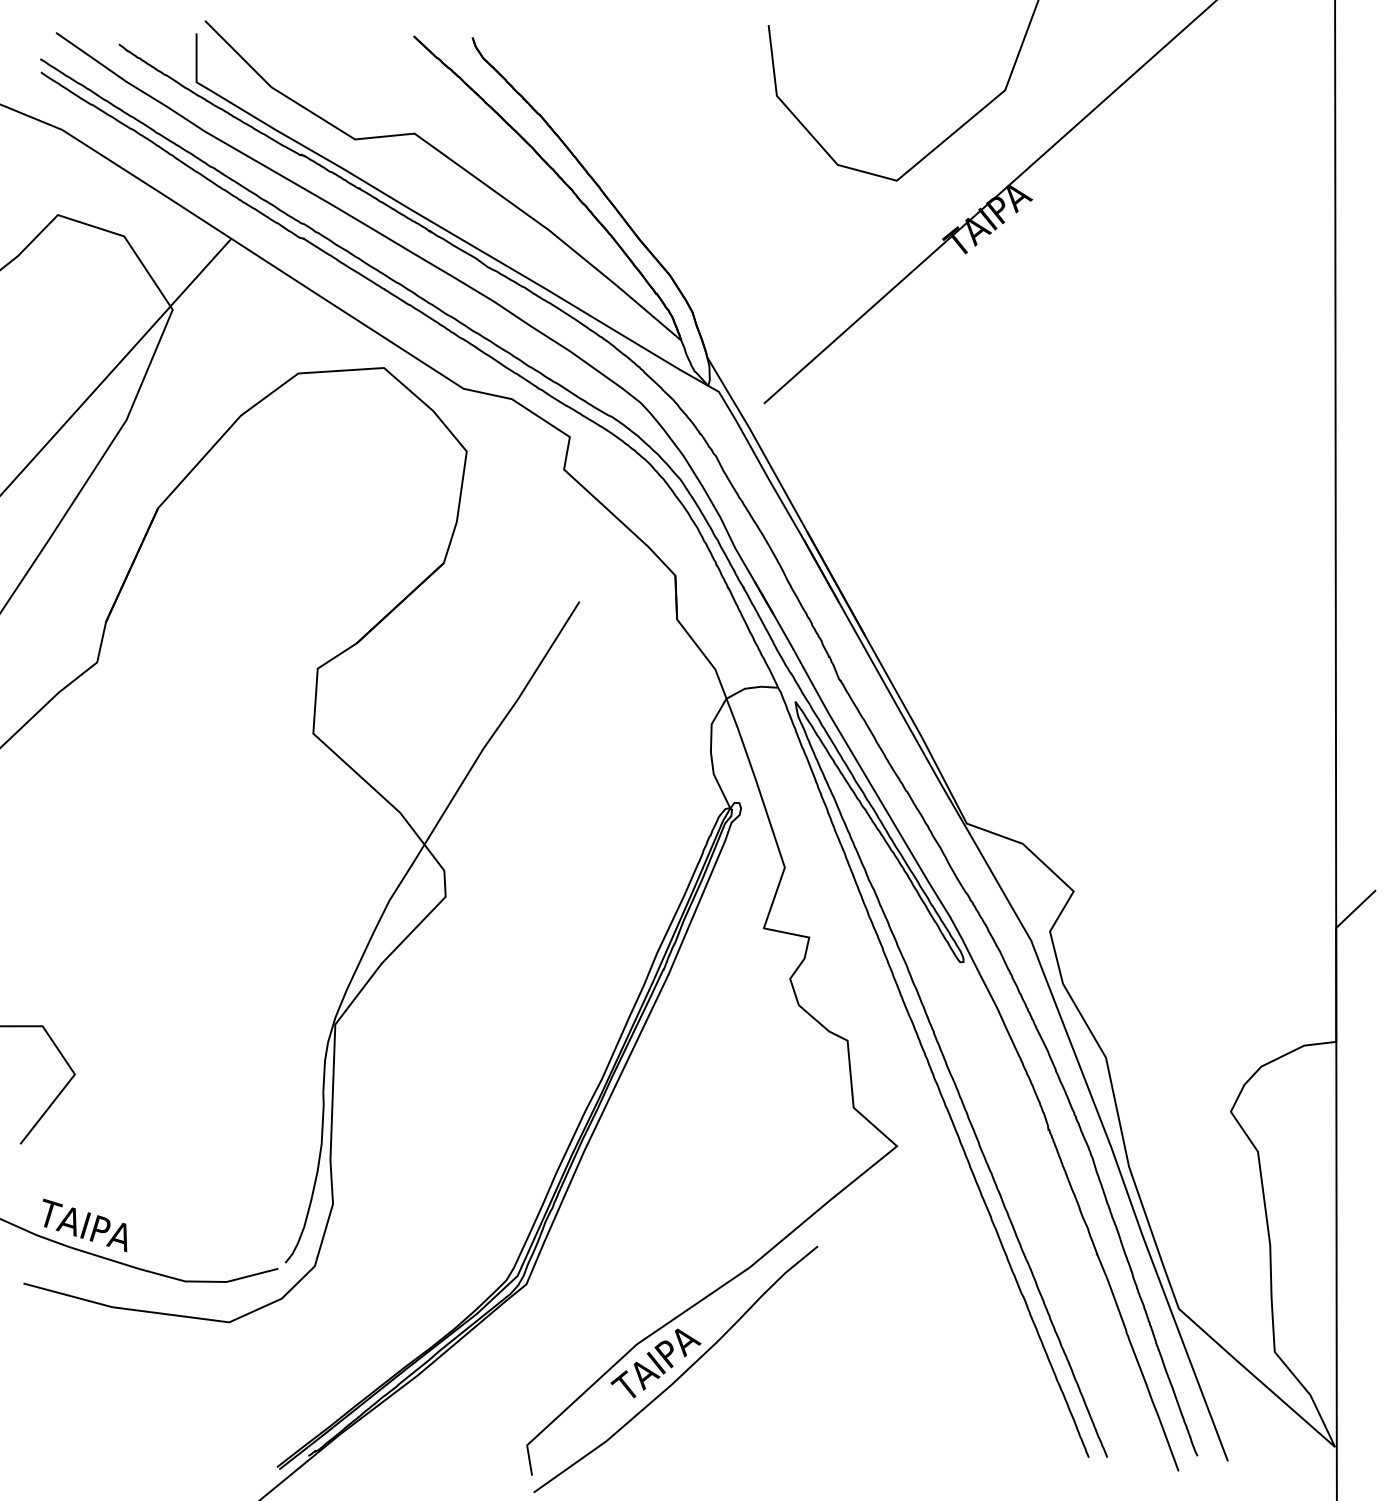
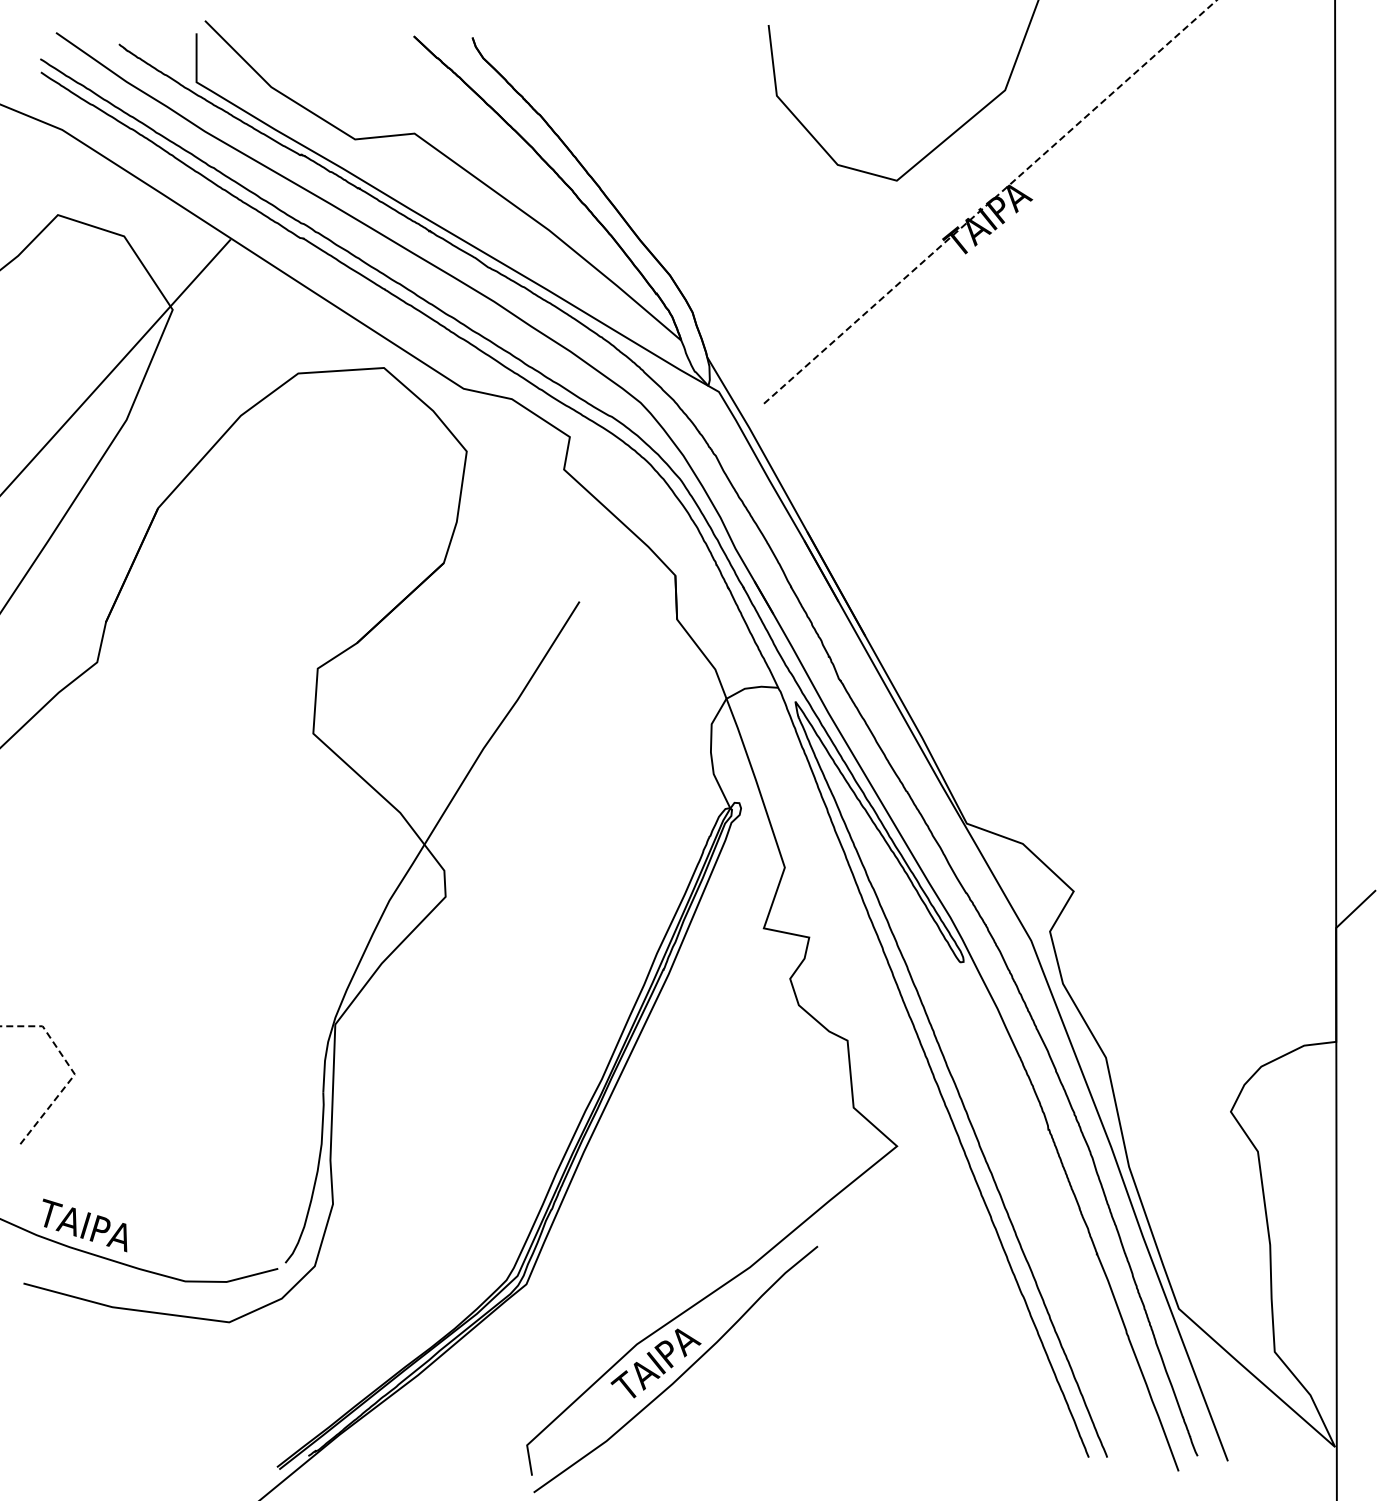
line at (990, 201): solid -> dashed
line at (71, 1069): solid -> dashed
